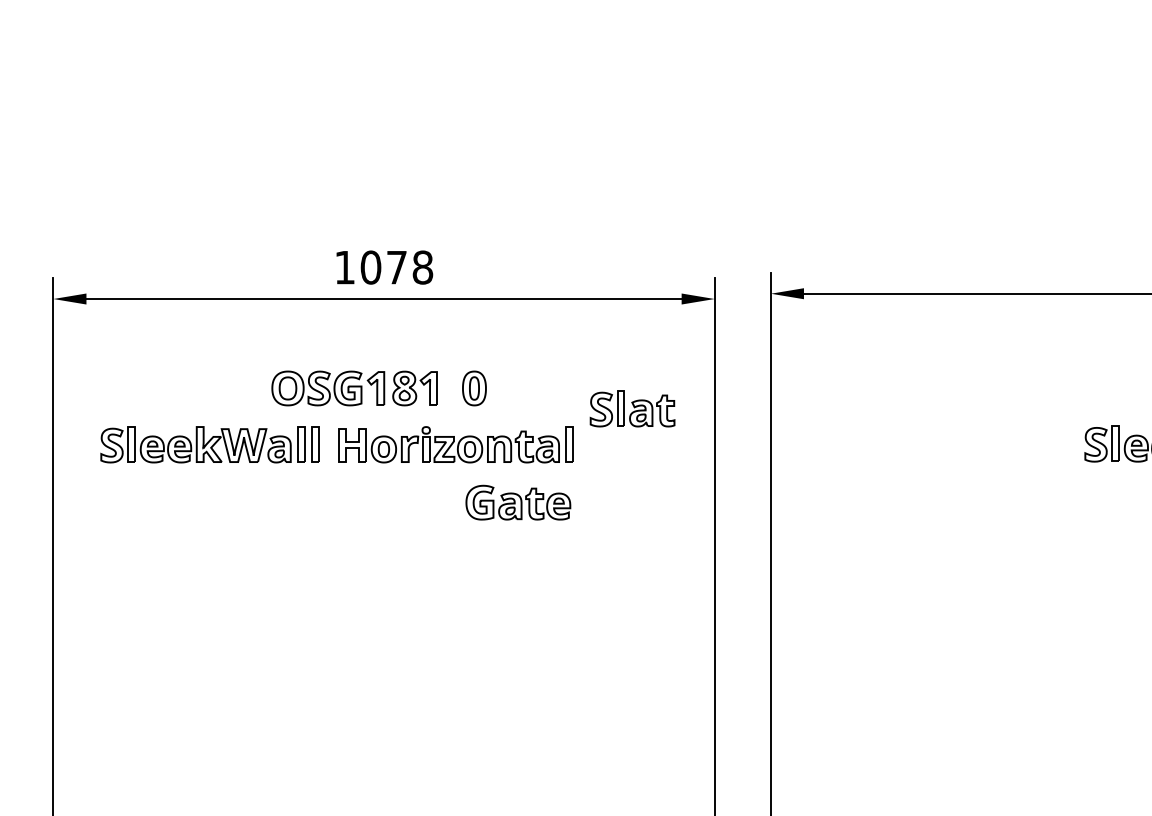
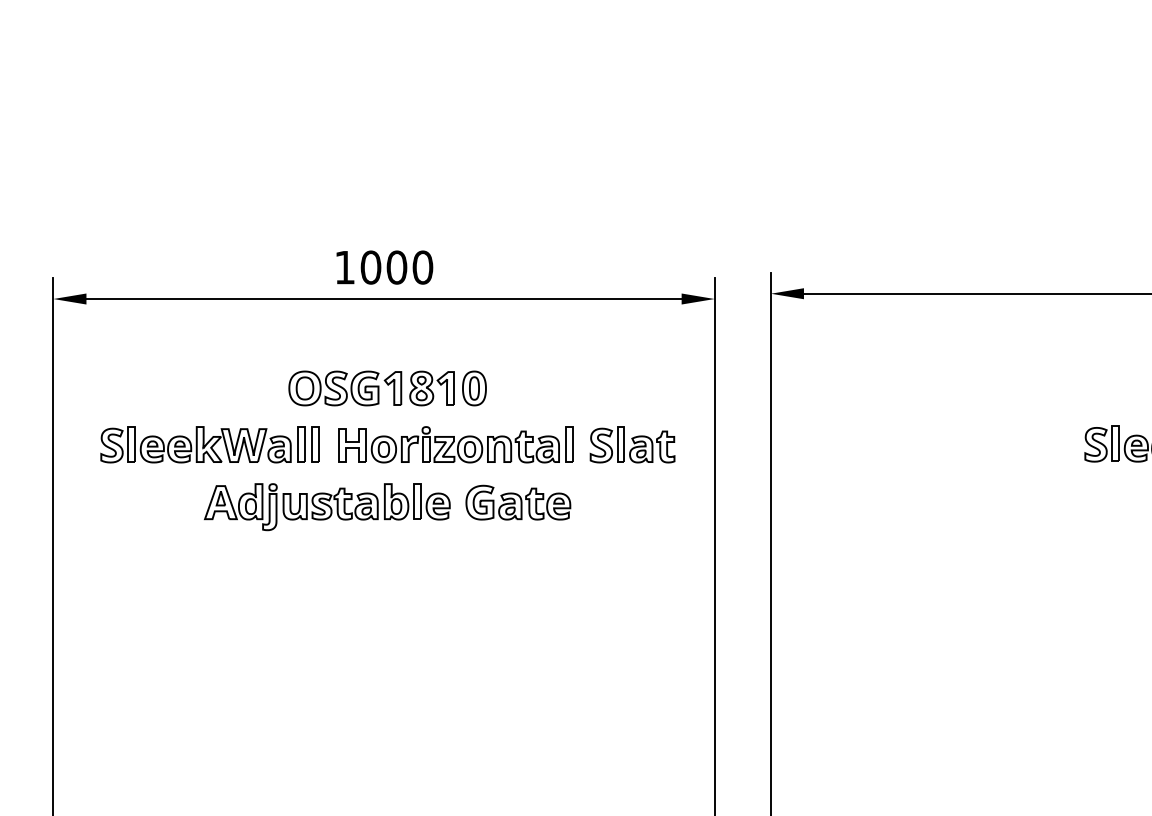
text at (409, 267): 1078 -> 1000
part at (354, 388) position: (354, 388) -> (371, 388)
part at (632, 408) position: (632, 408) -> (632, 444)
part at (327, 507): none -> present
